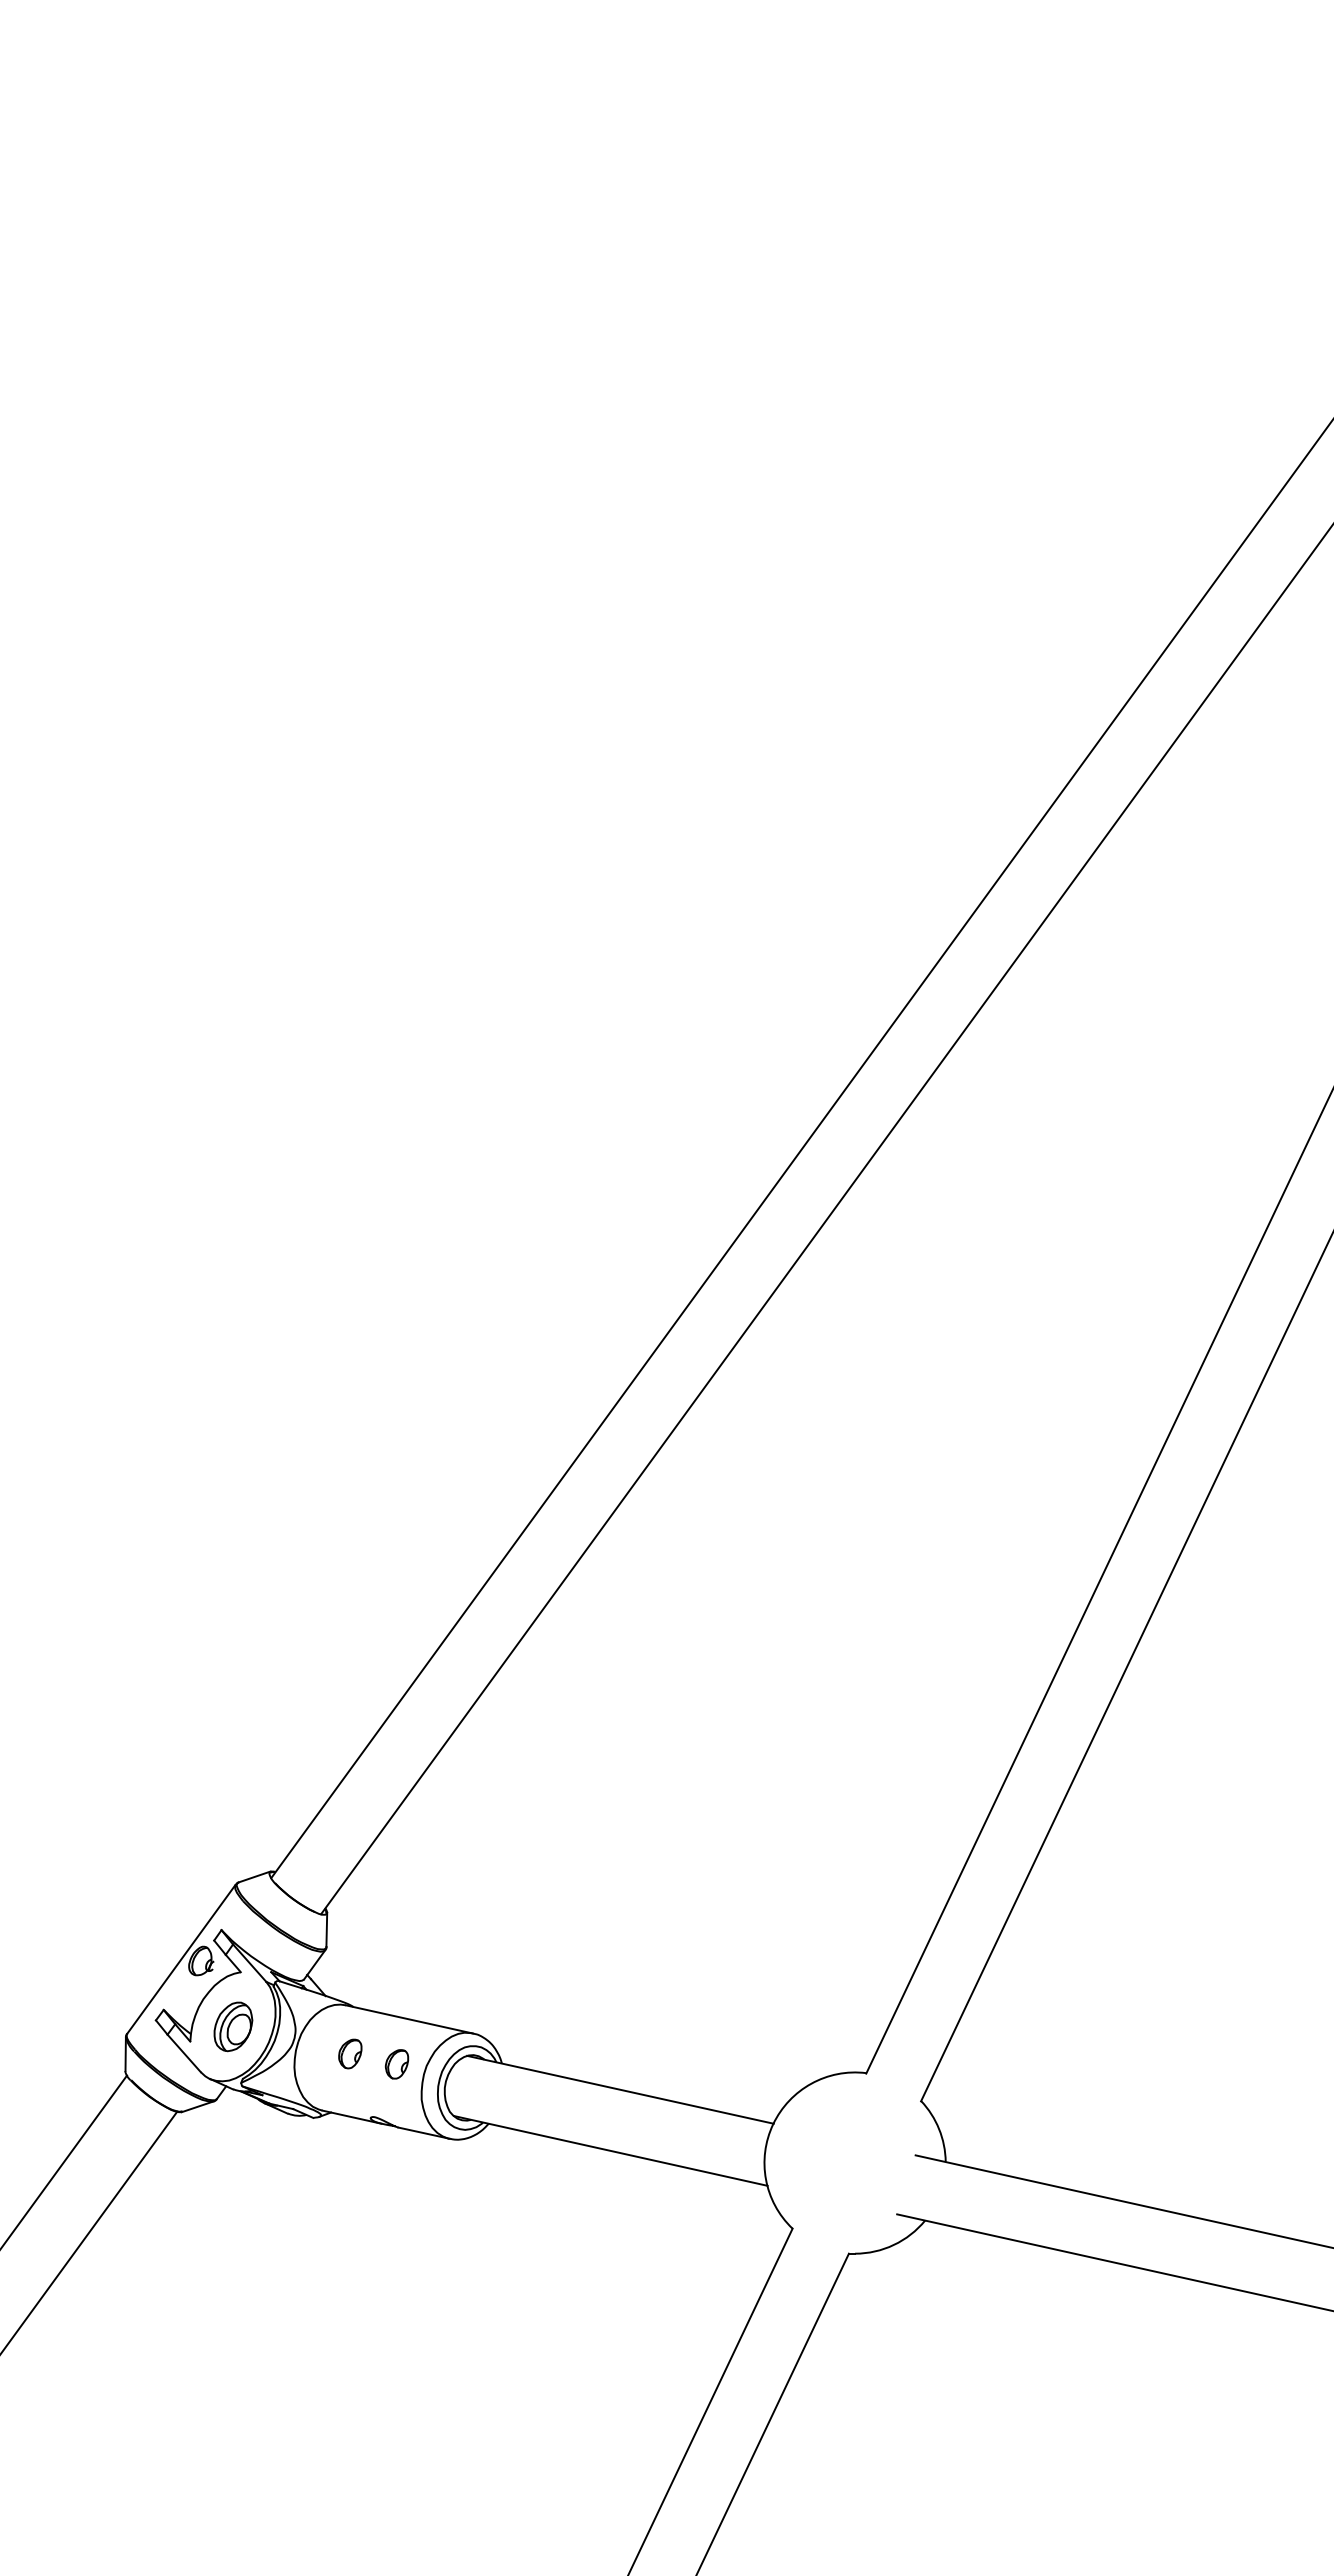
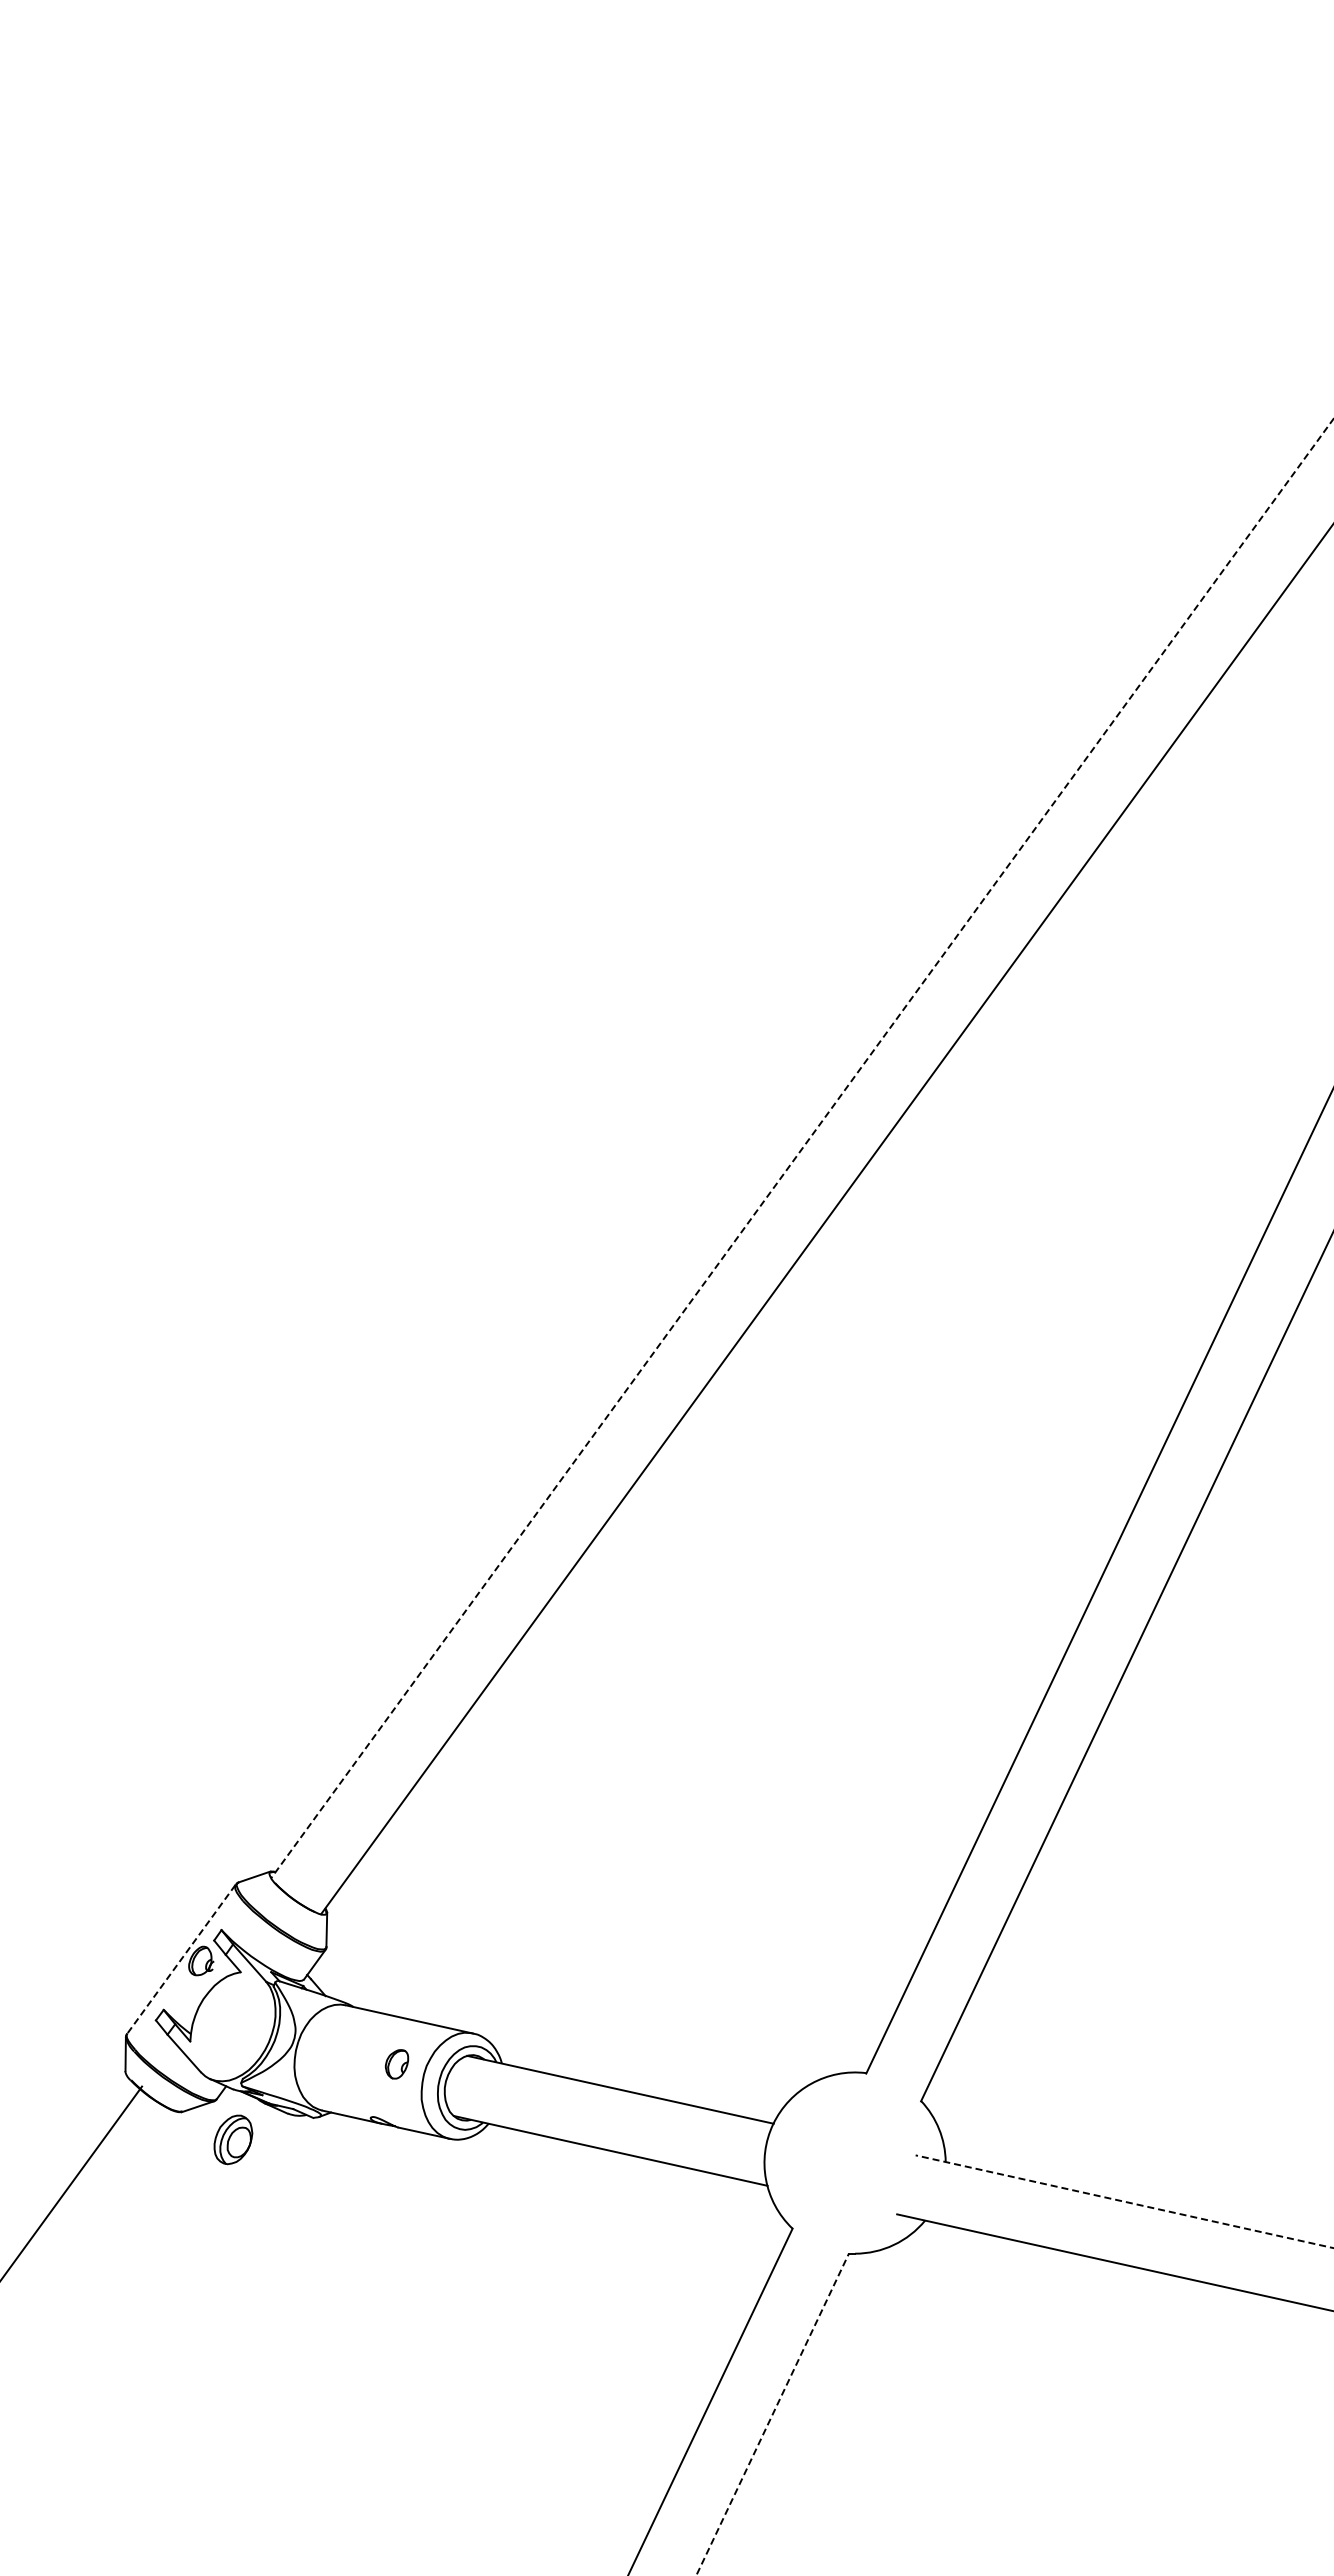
line at (802, 1148): solid -> dashed
line at (181, 1959): solid -> dashed
part at (233, 2026) position: (233, 2026) -> (233, 2139)
part at (350, 2053): present -> none
line at (64, 2160) position: (64, 2160) -> (72, 2182)
line at (1124, 2201): solid -> dashed
line at (89, 2231): present -> none
line at (772, 2414): solid -> dashed
